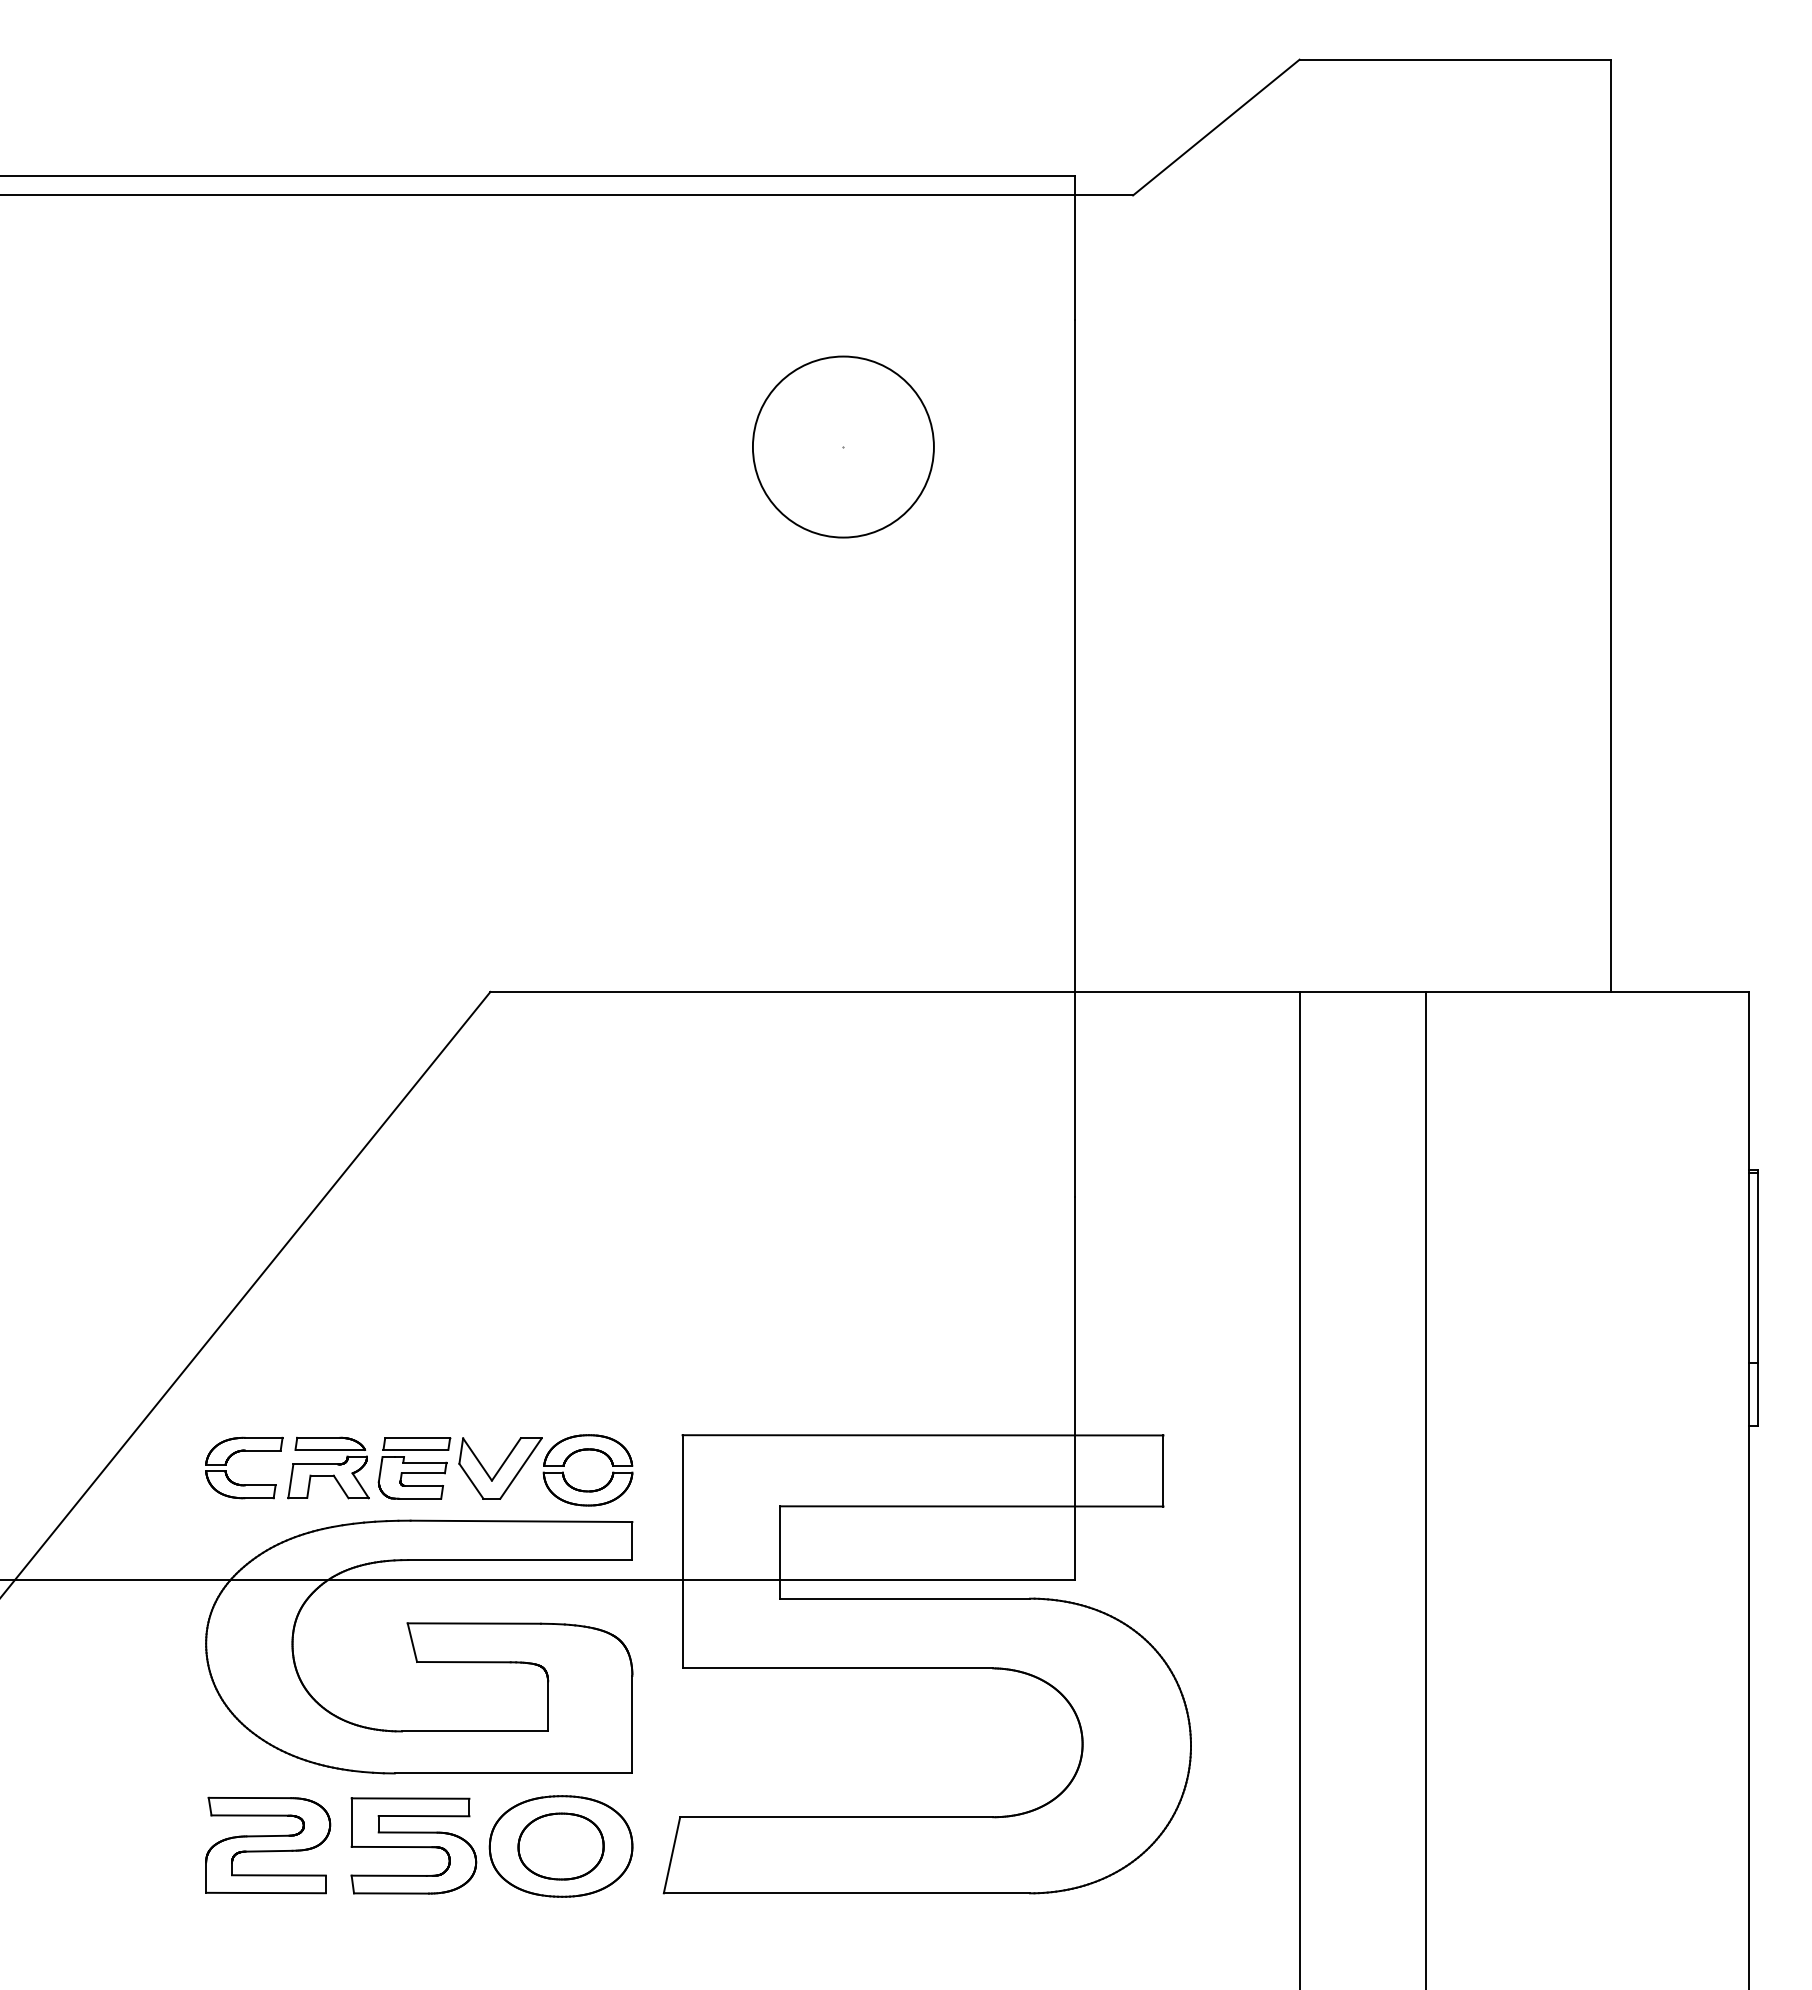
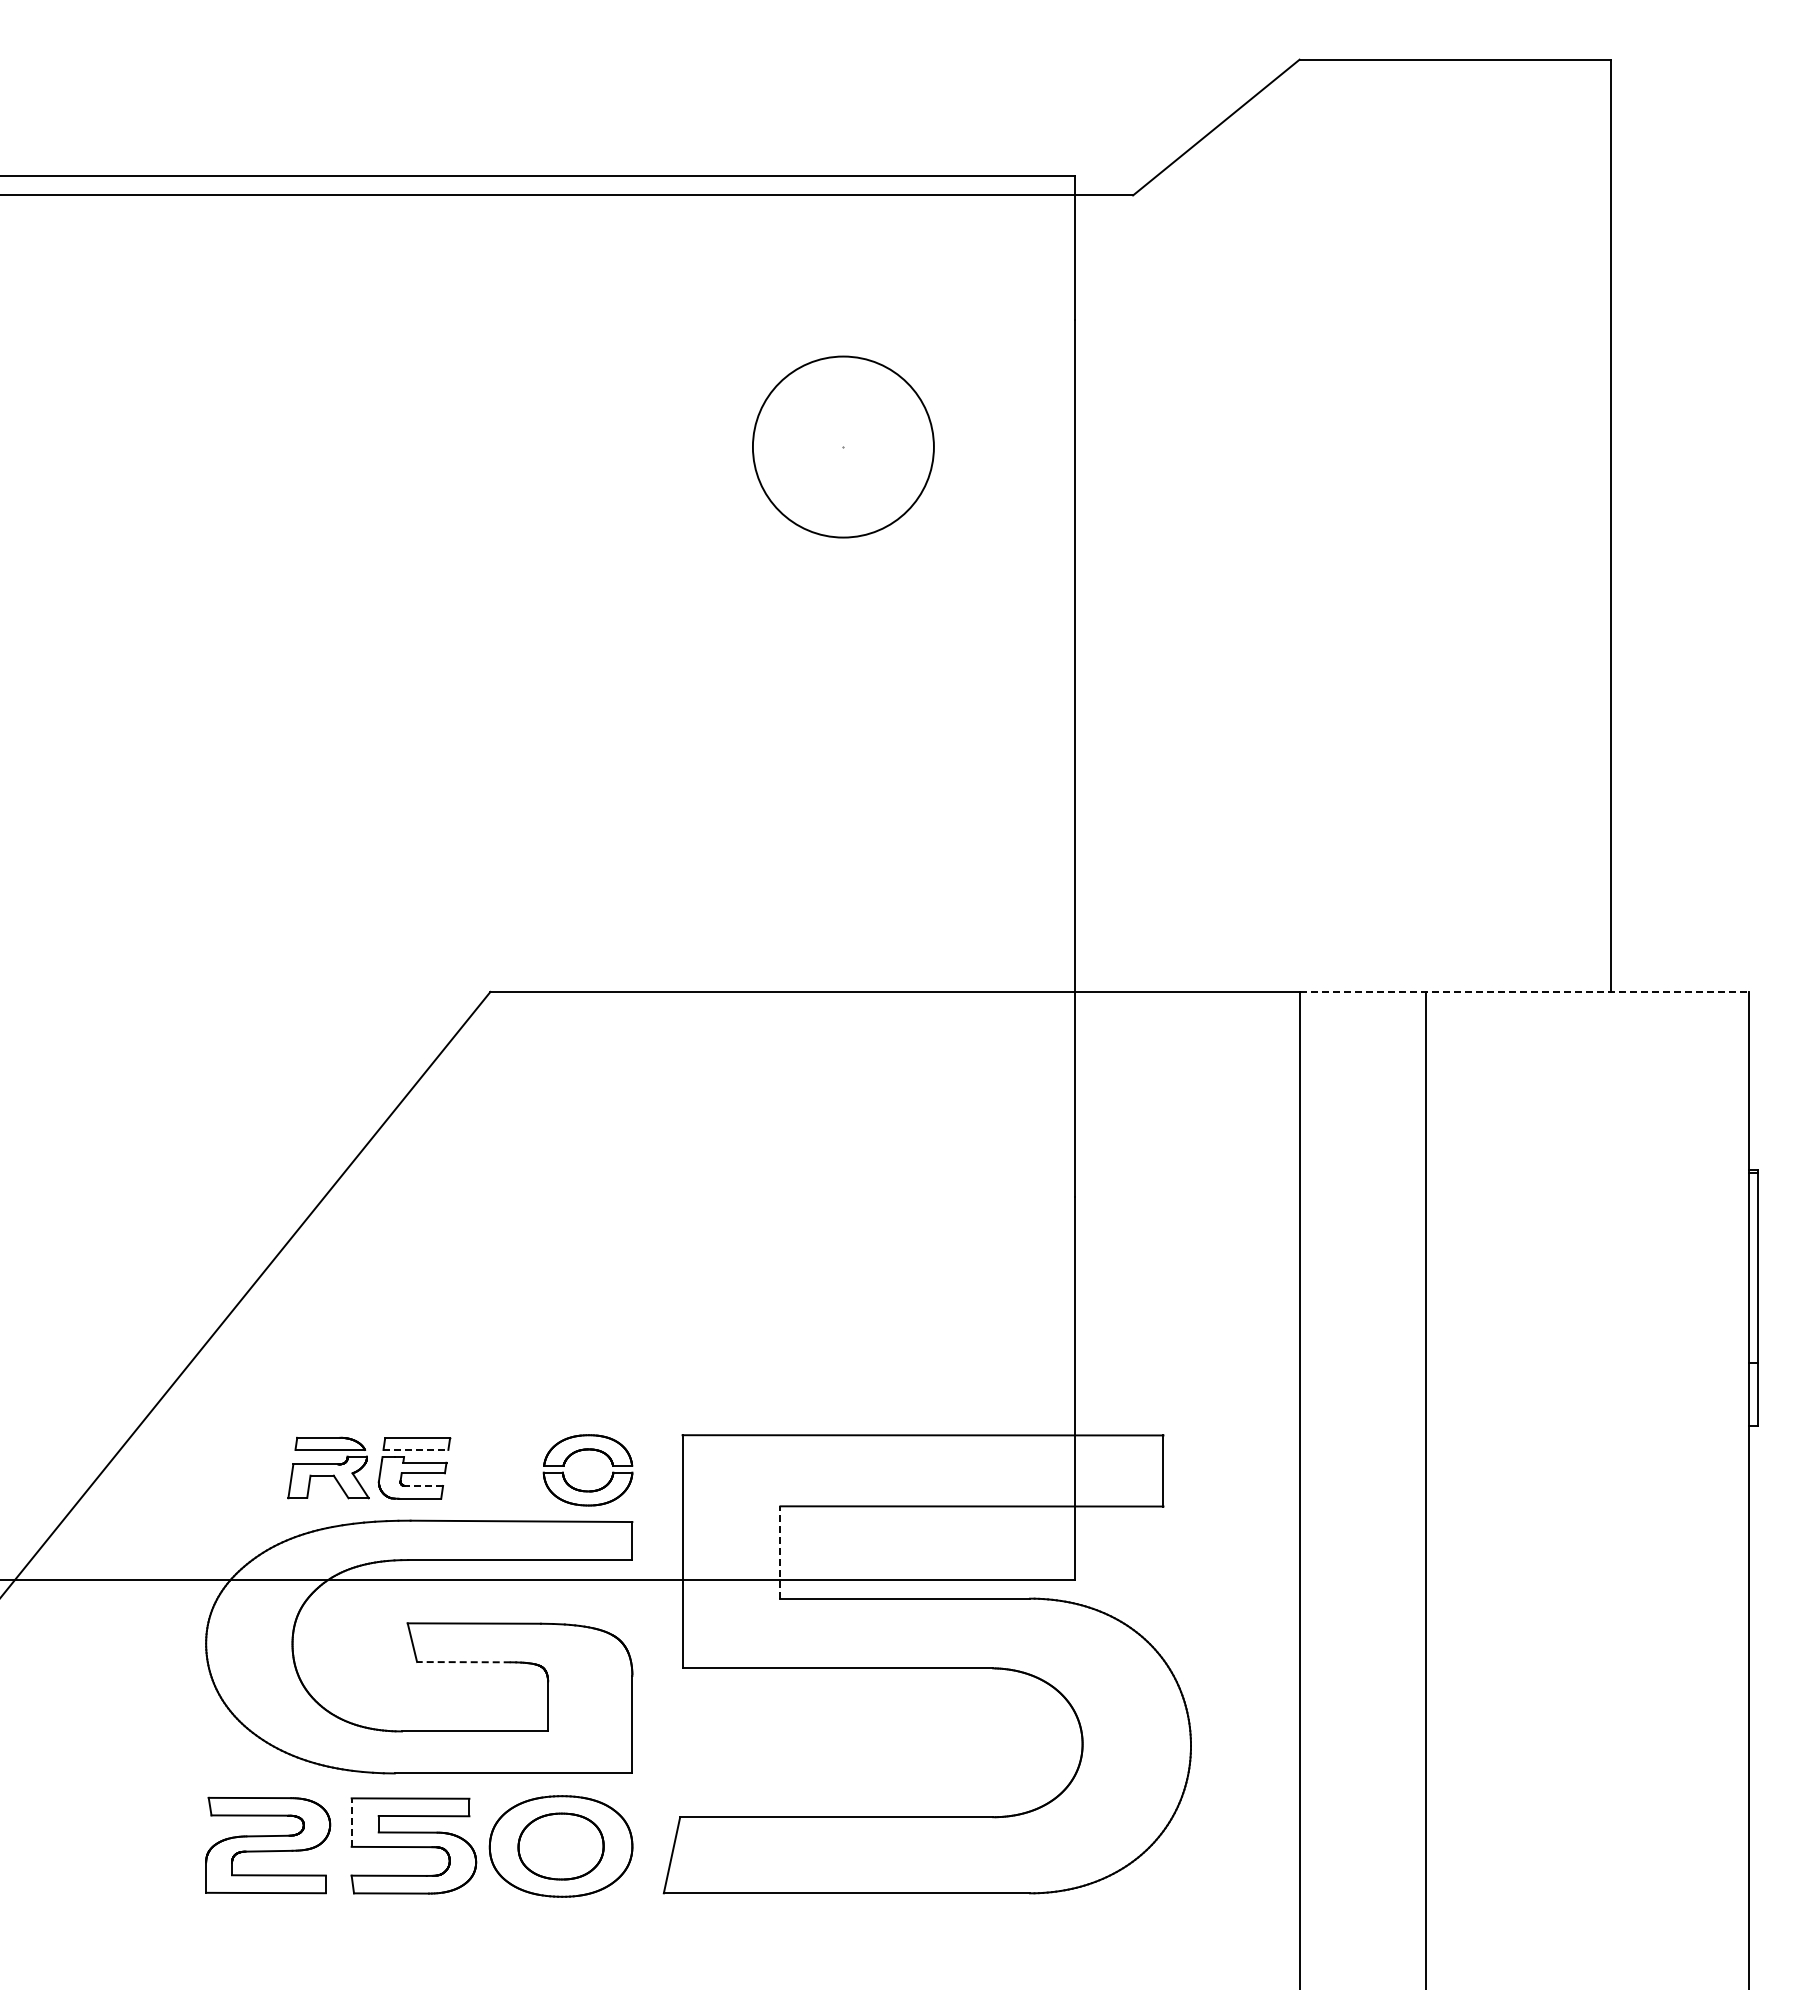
line at (1524, 991): solid -> dashed
line at (416, 1449): solid -> dashed
part at (240, 1452): present -> none
part at (500, 1468): present -> none
line at (423, 1485): solid -> dashed
line at (780, 1552): solid -> dashed
line at (463, 1662): solid -> dashed
line at (351, 1822): solid -> dashed
